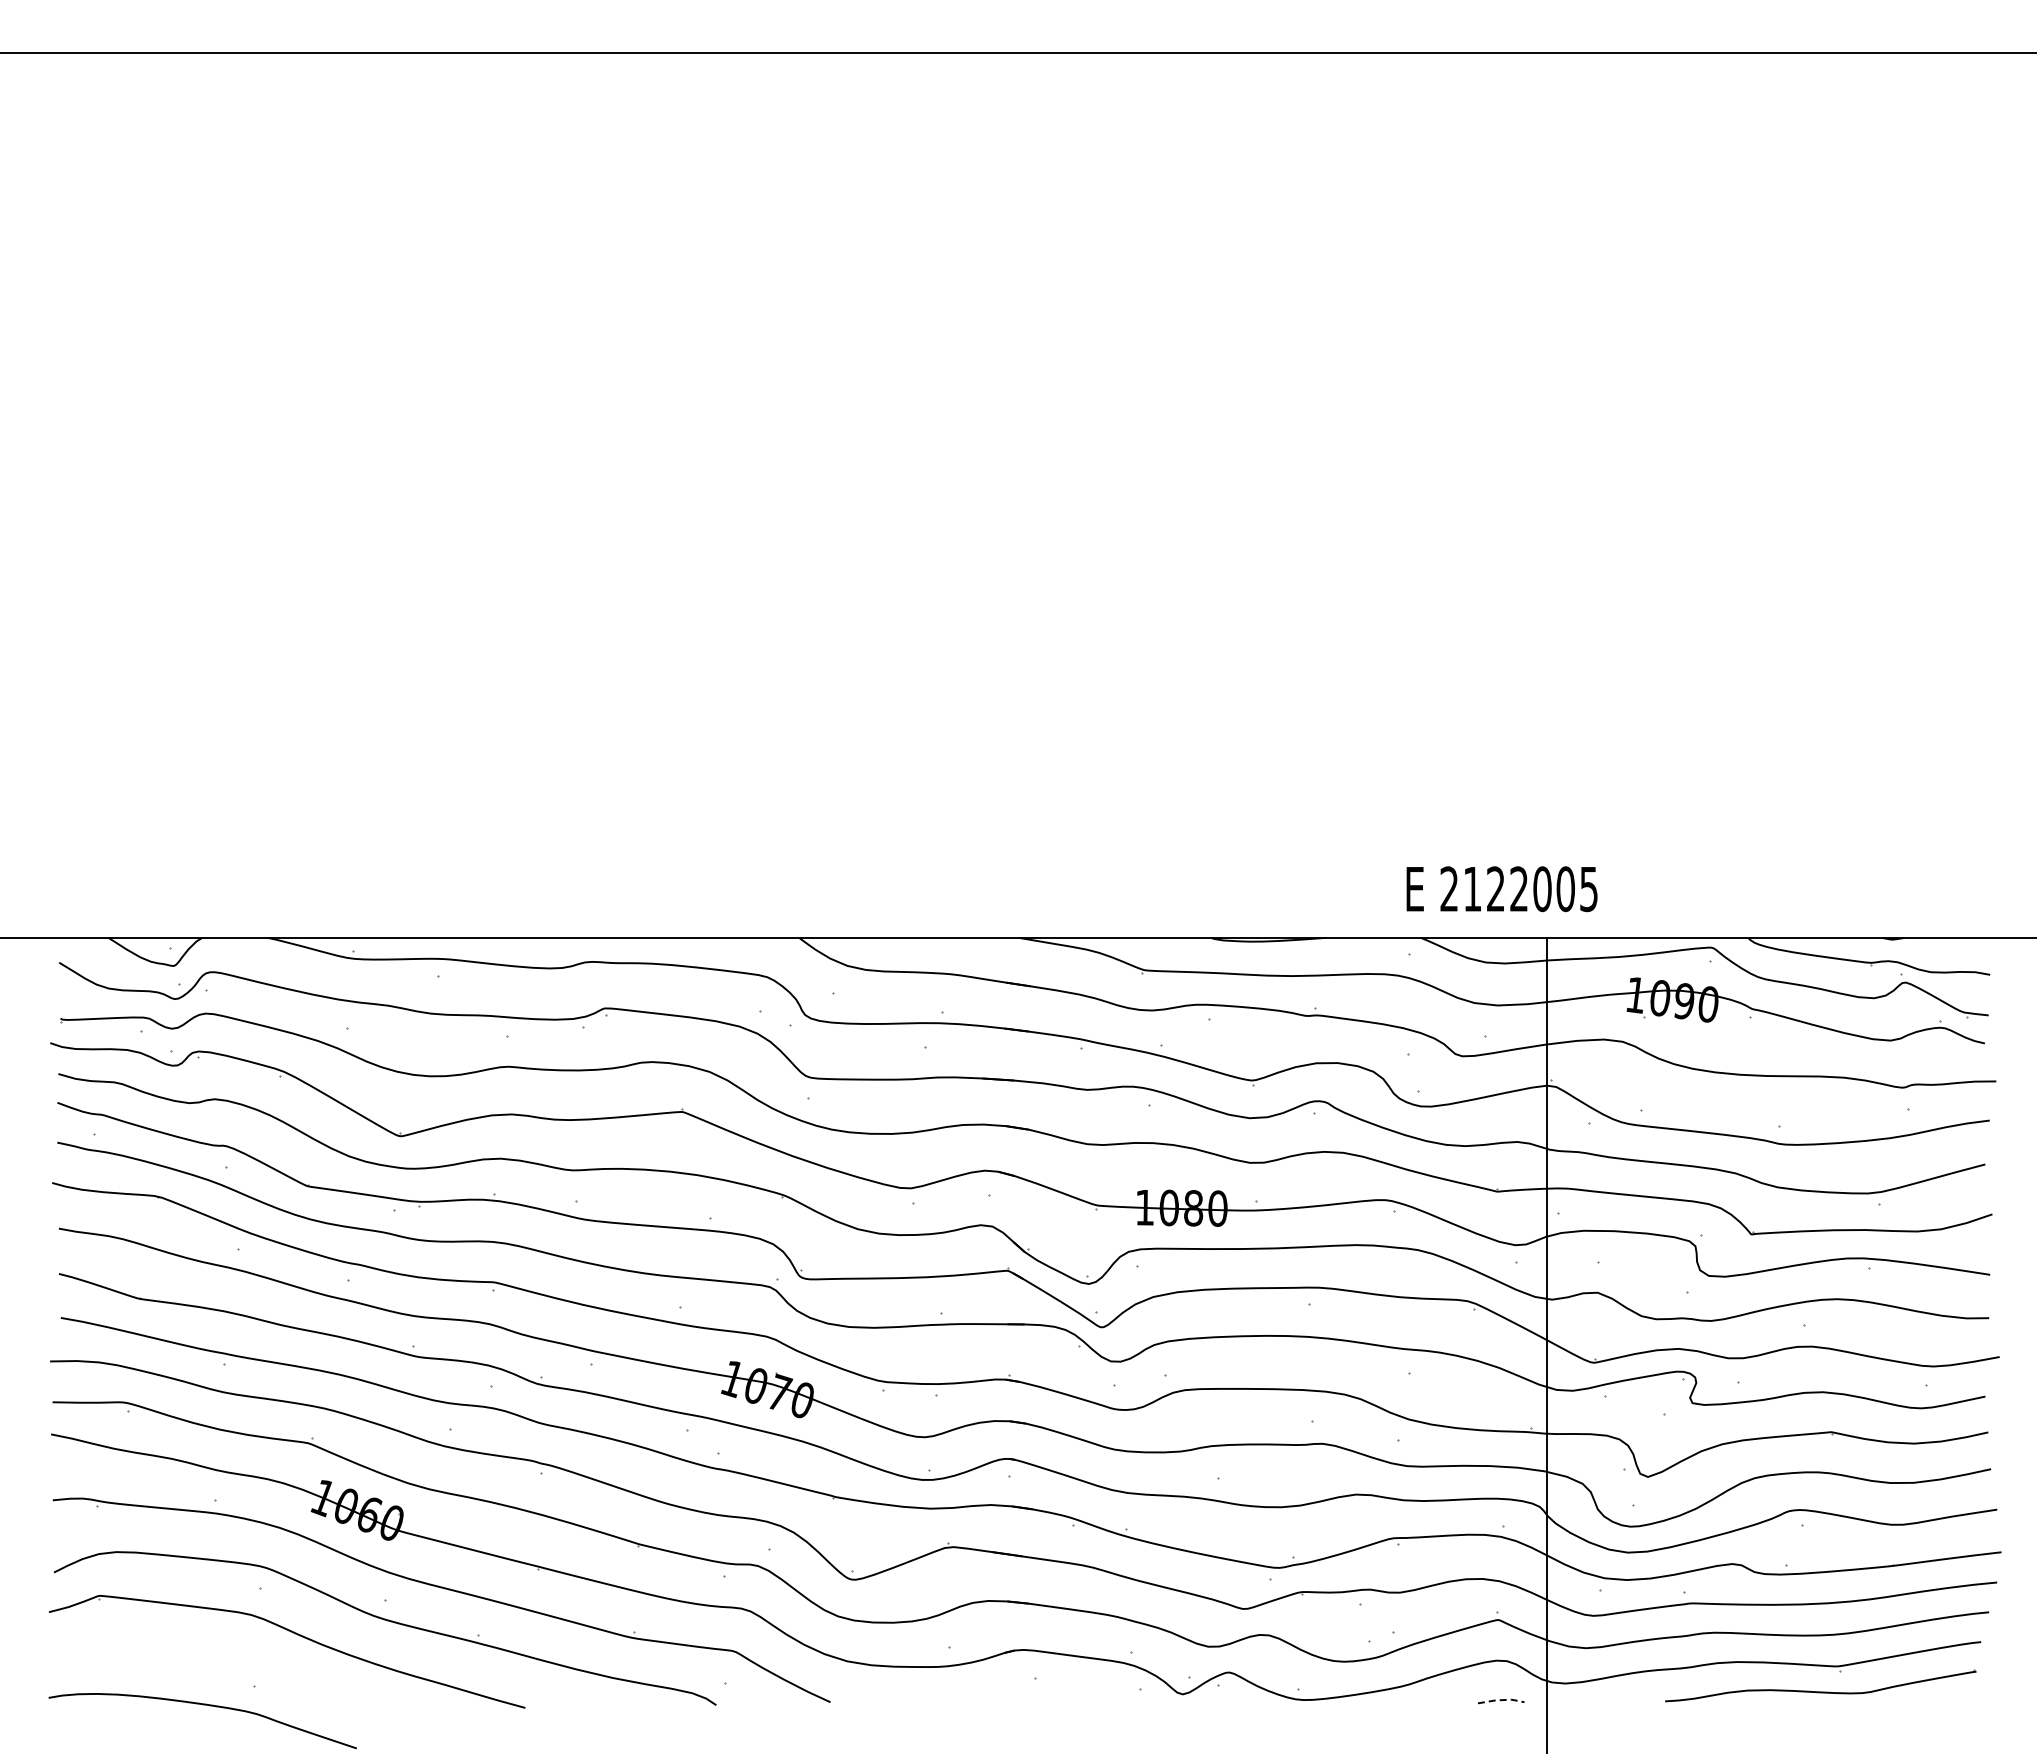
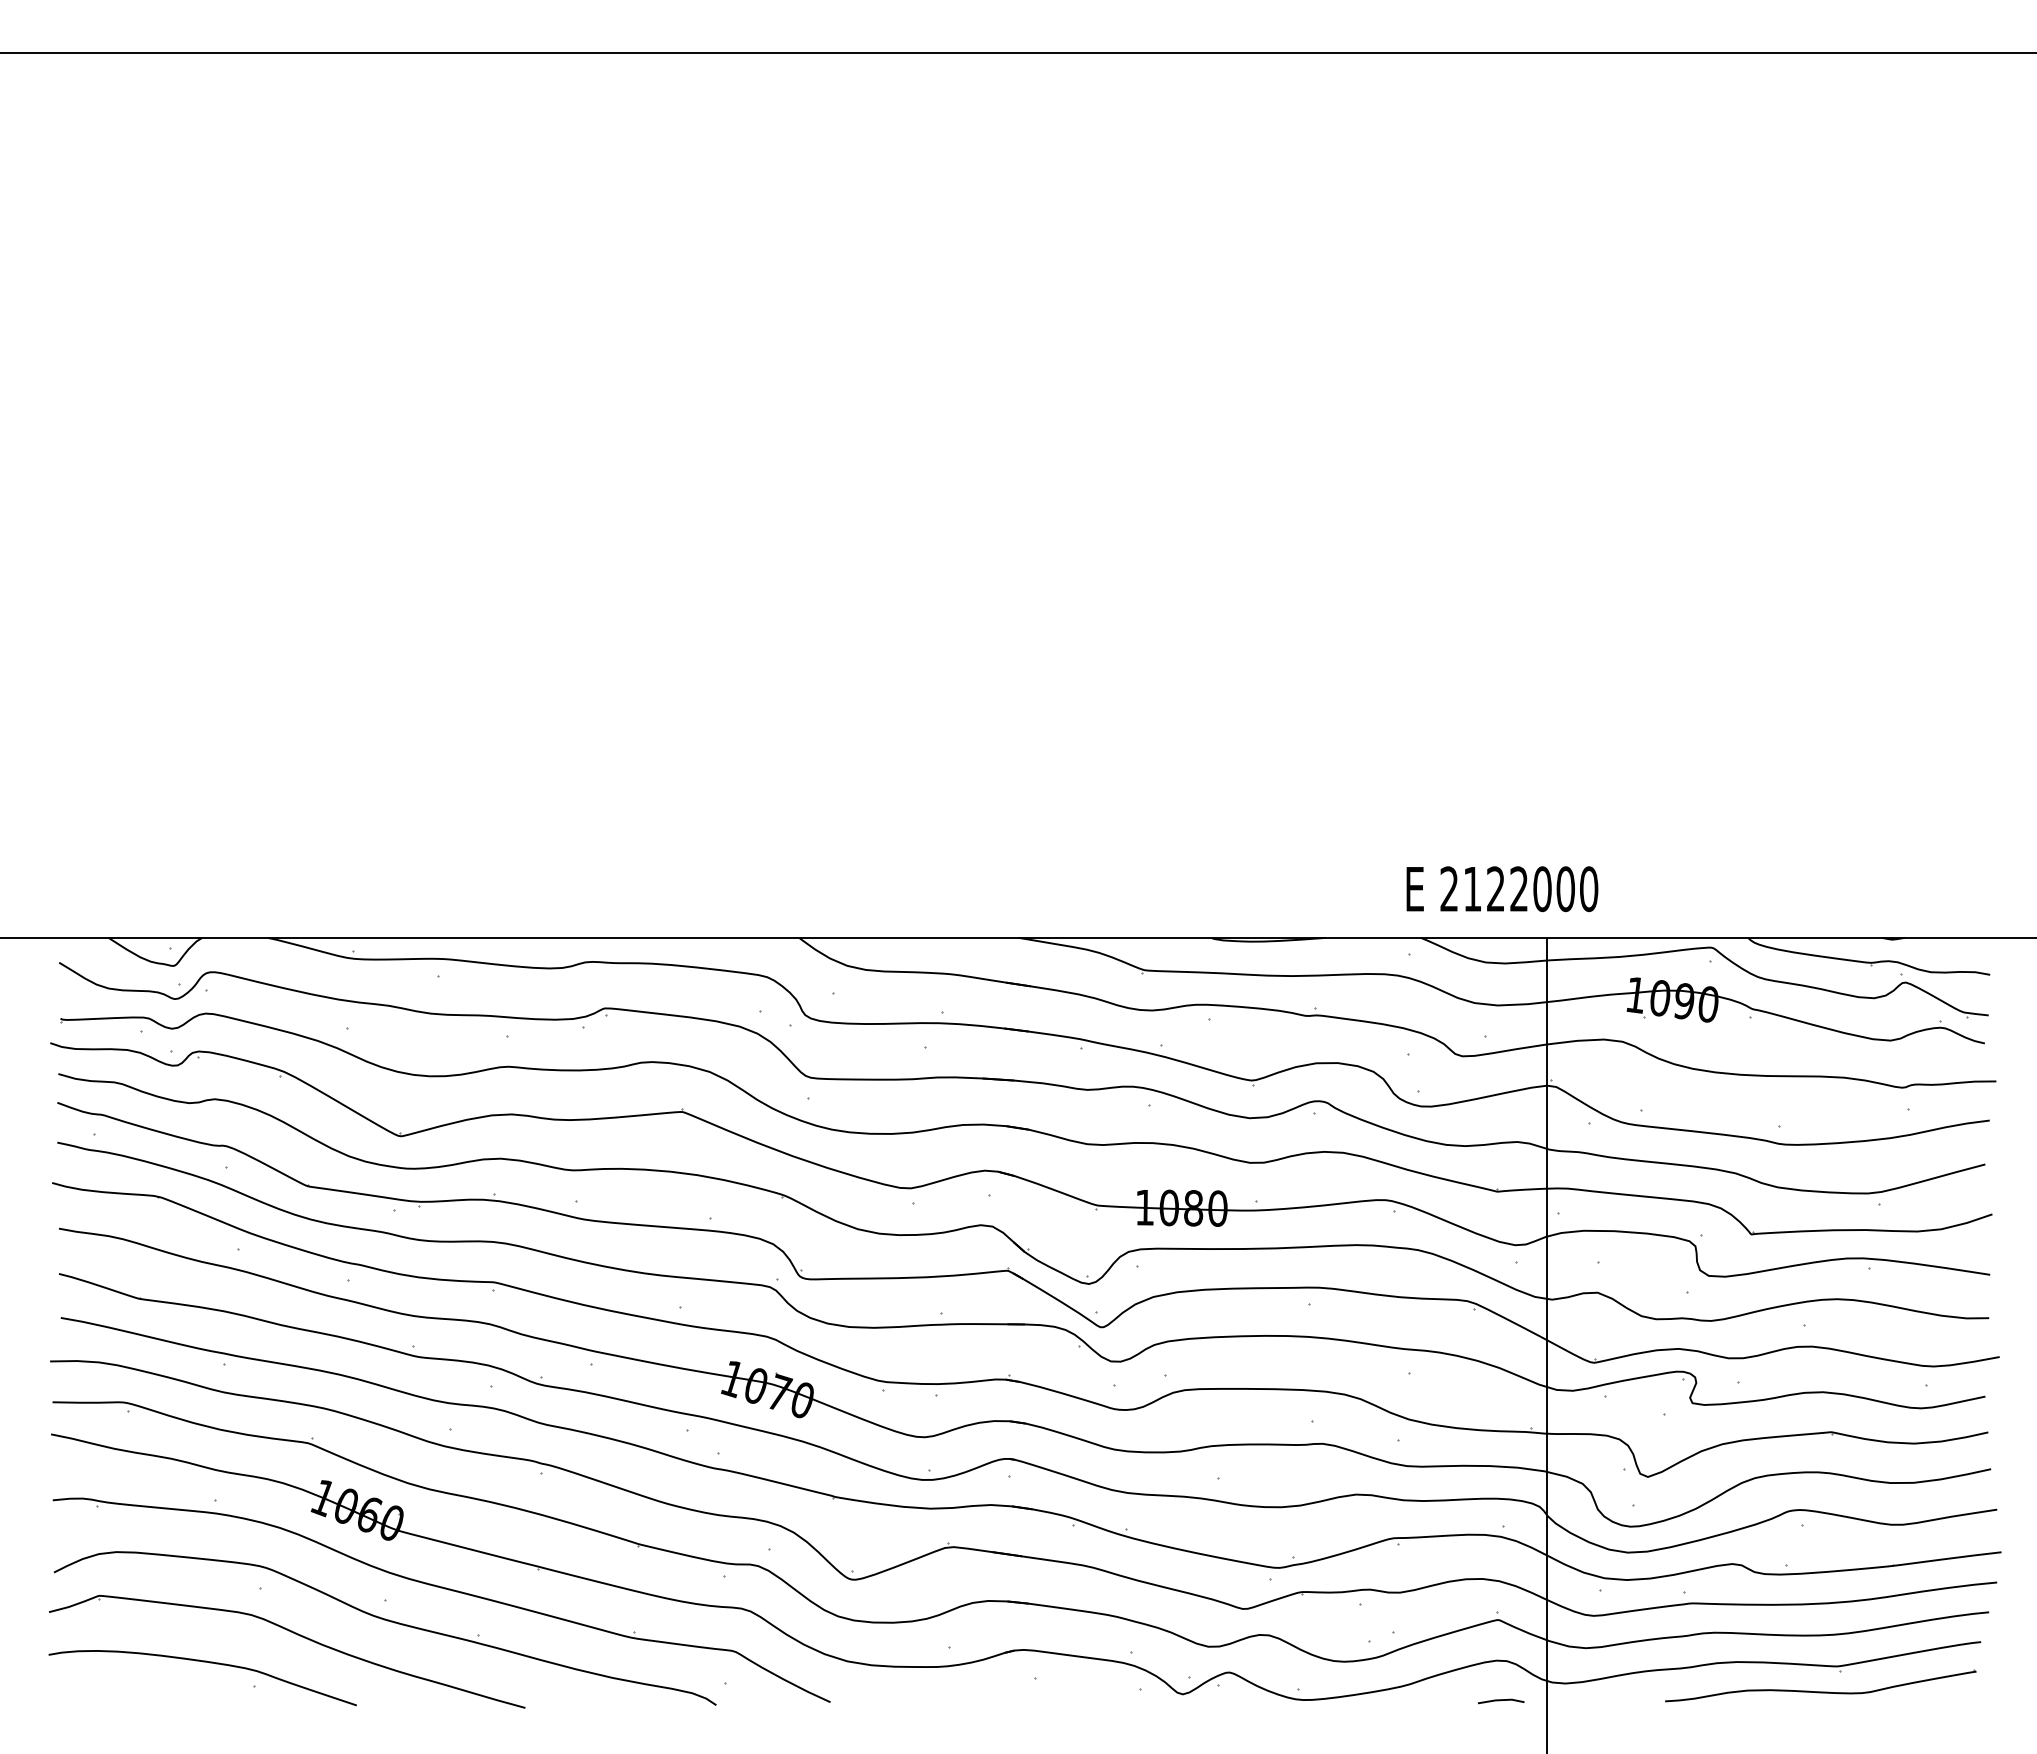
text at (1589, 889): 2122005 -> 2122000
line at (1501, 1700): dashed -> solid
curve at (202, 1705) position: (202, 1705) -> (202, 1662)
